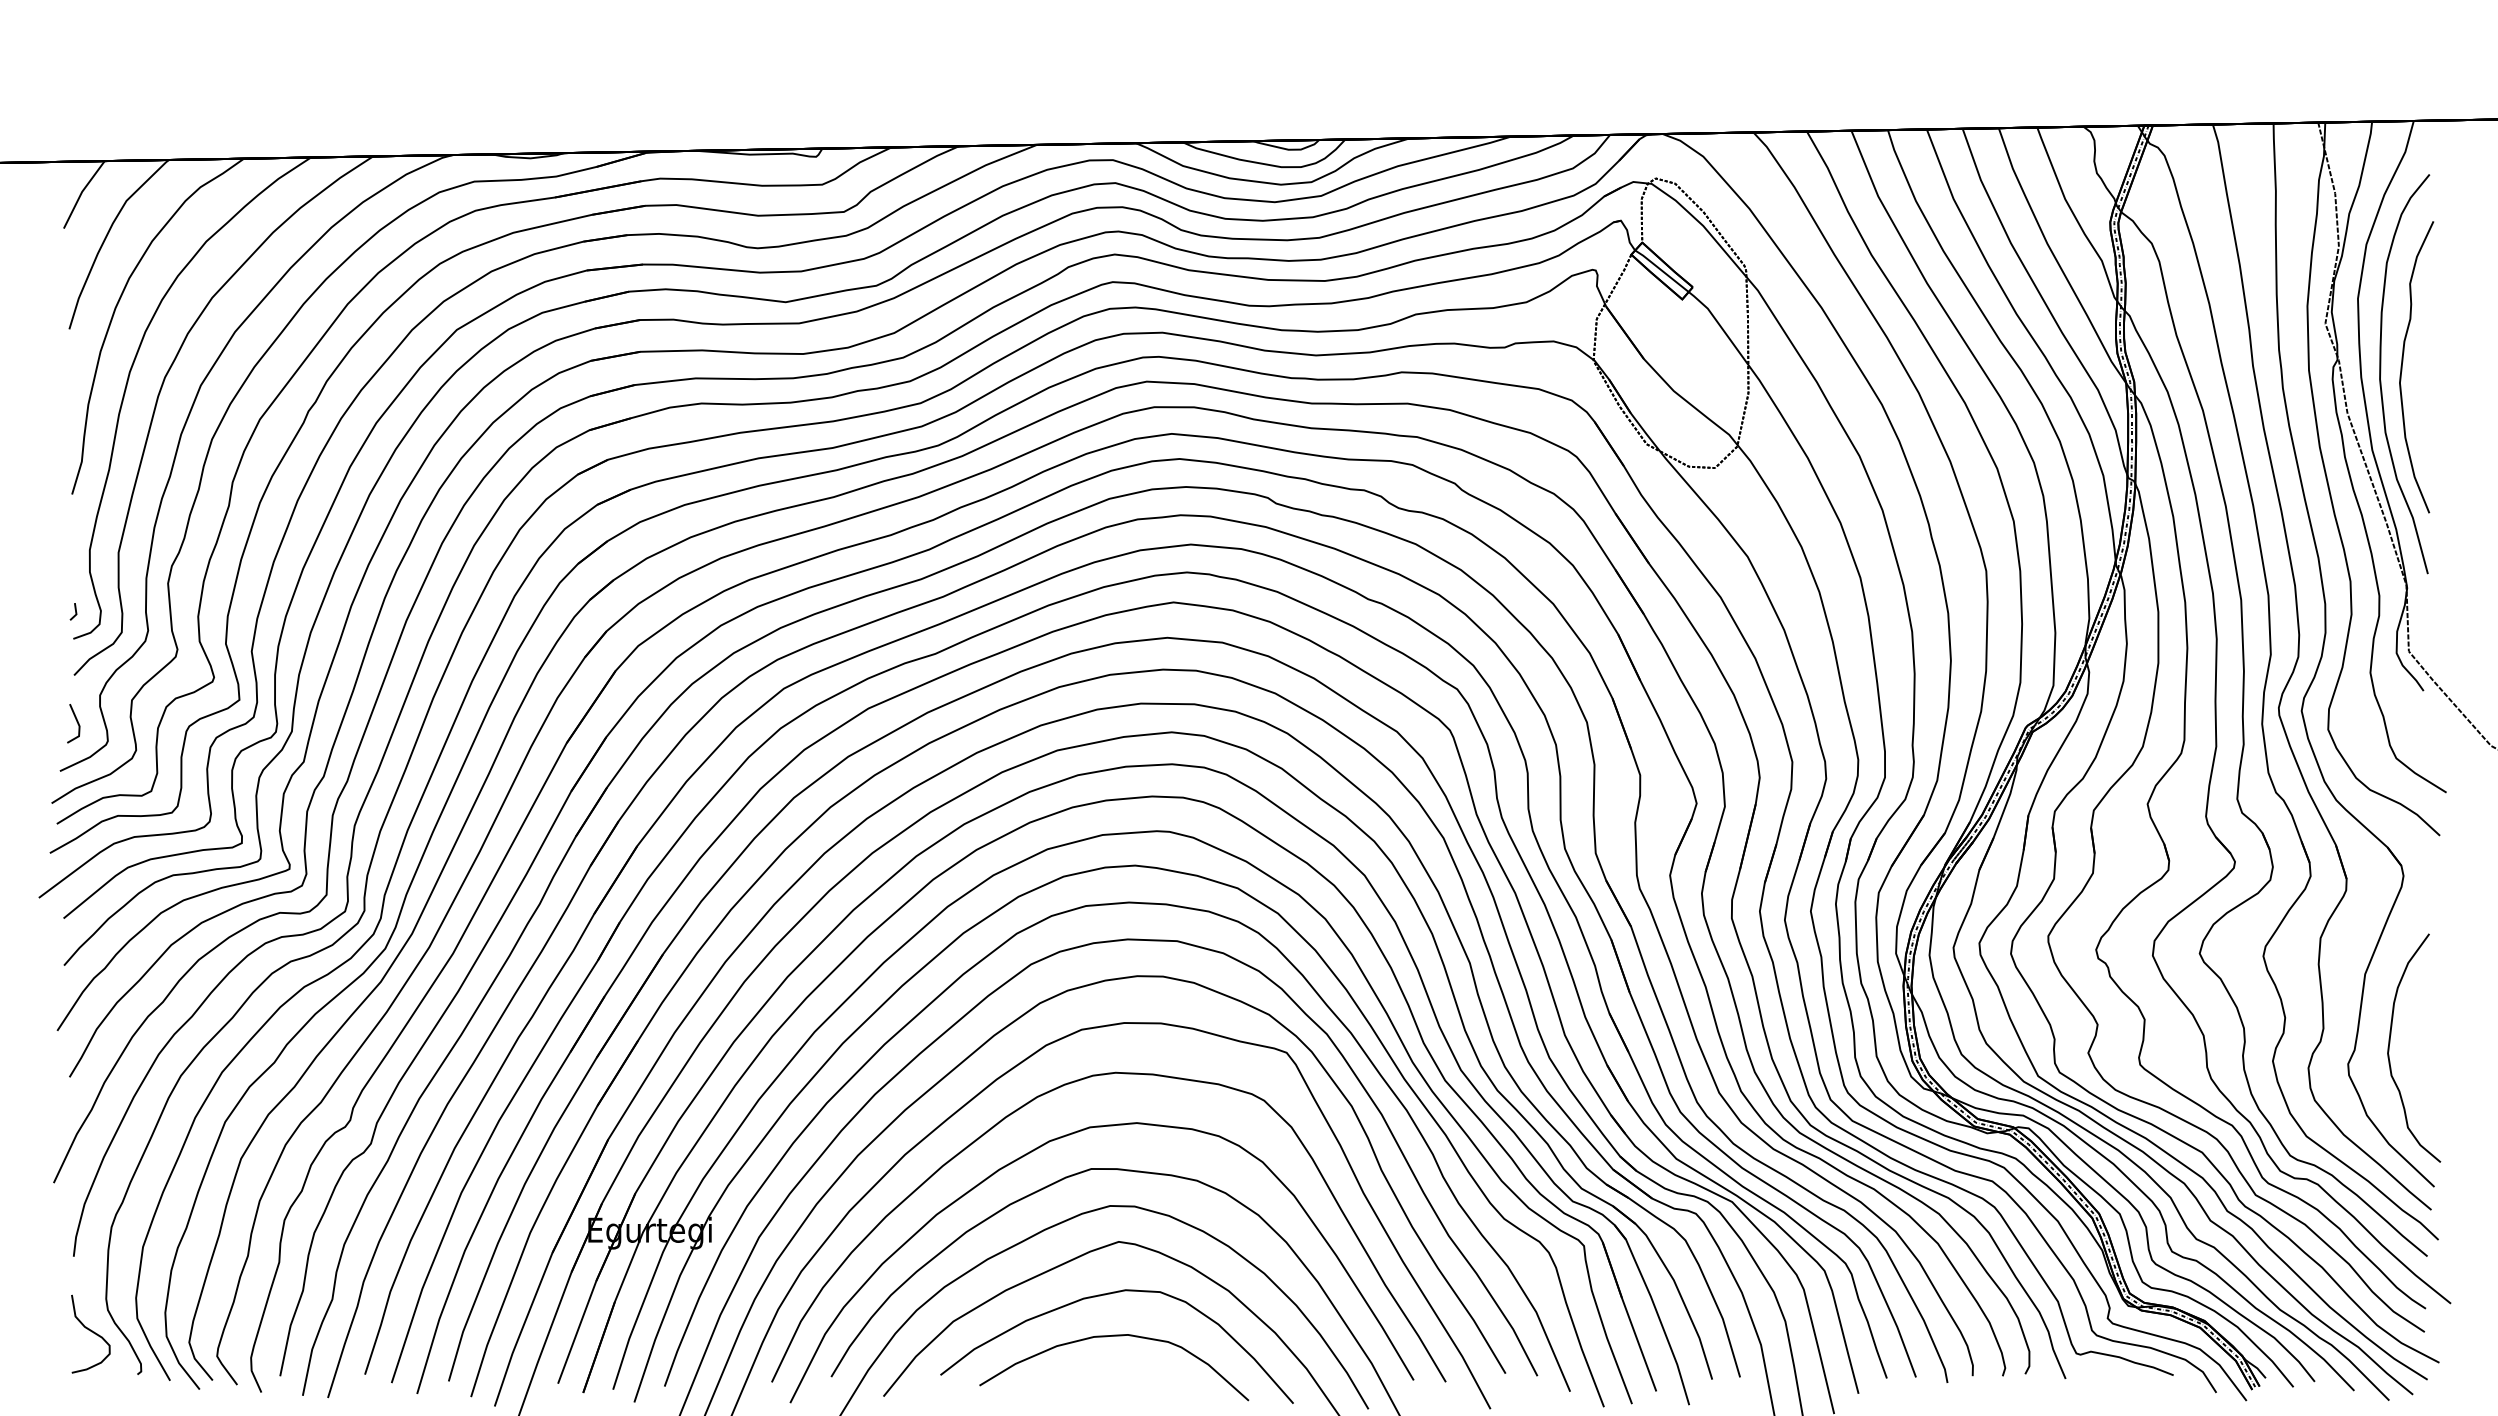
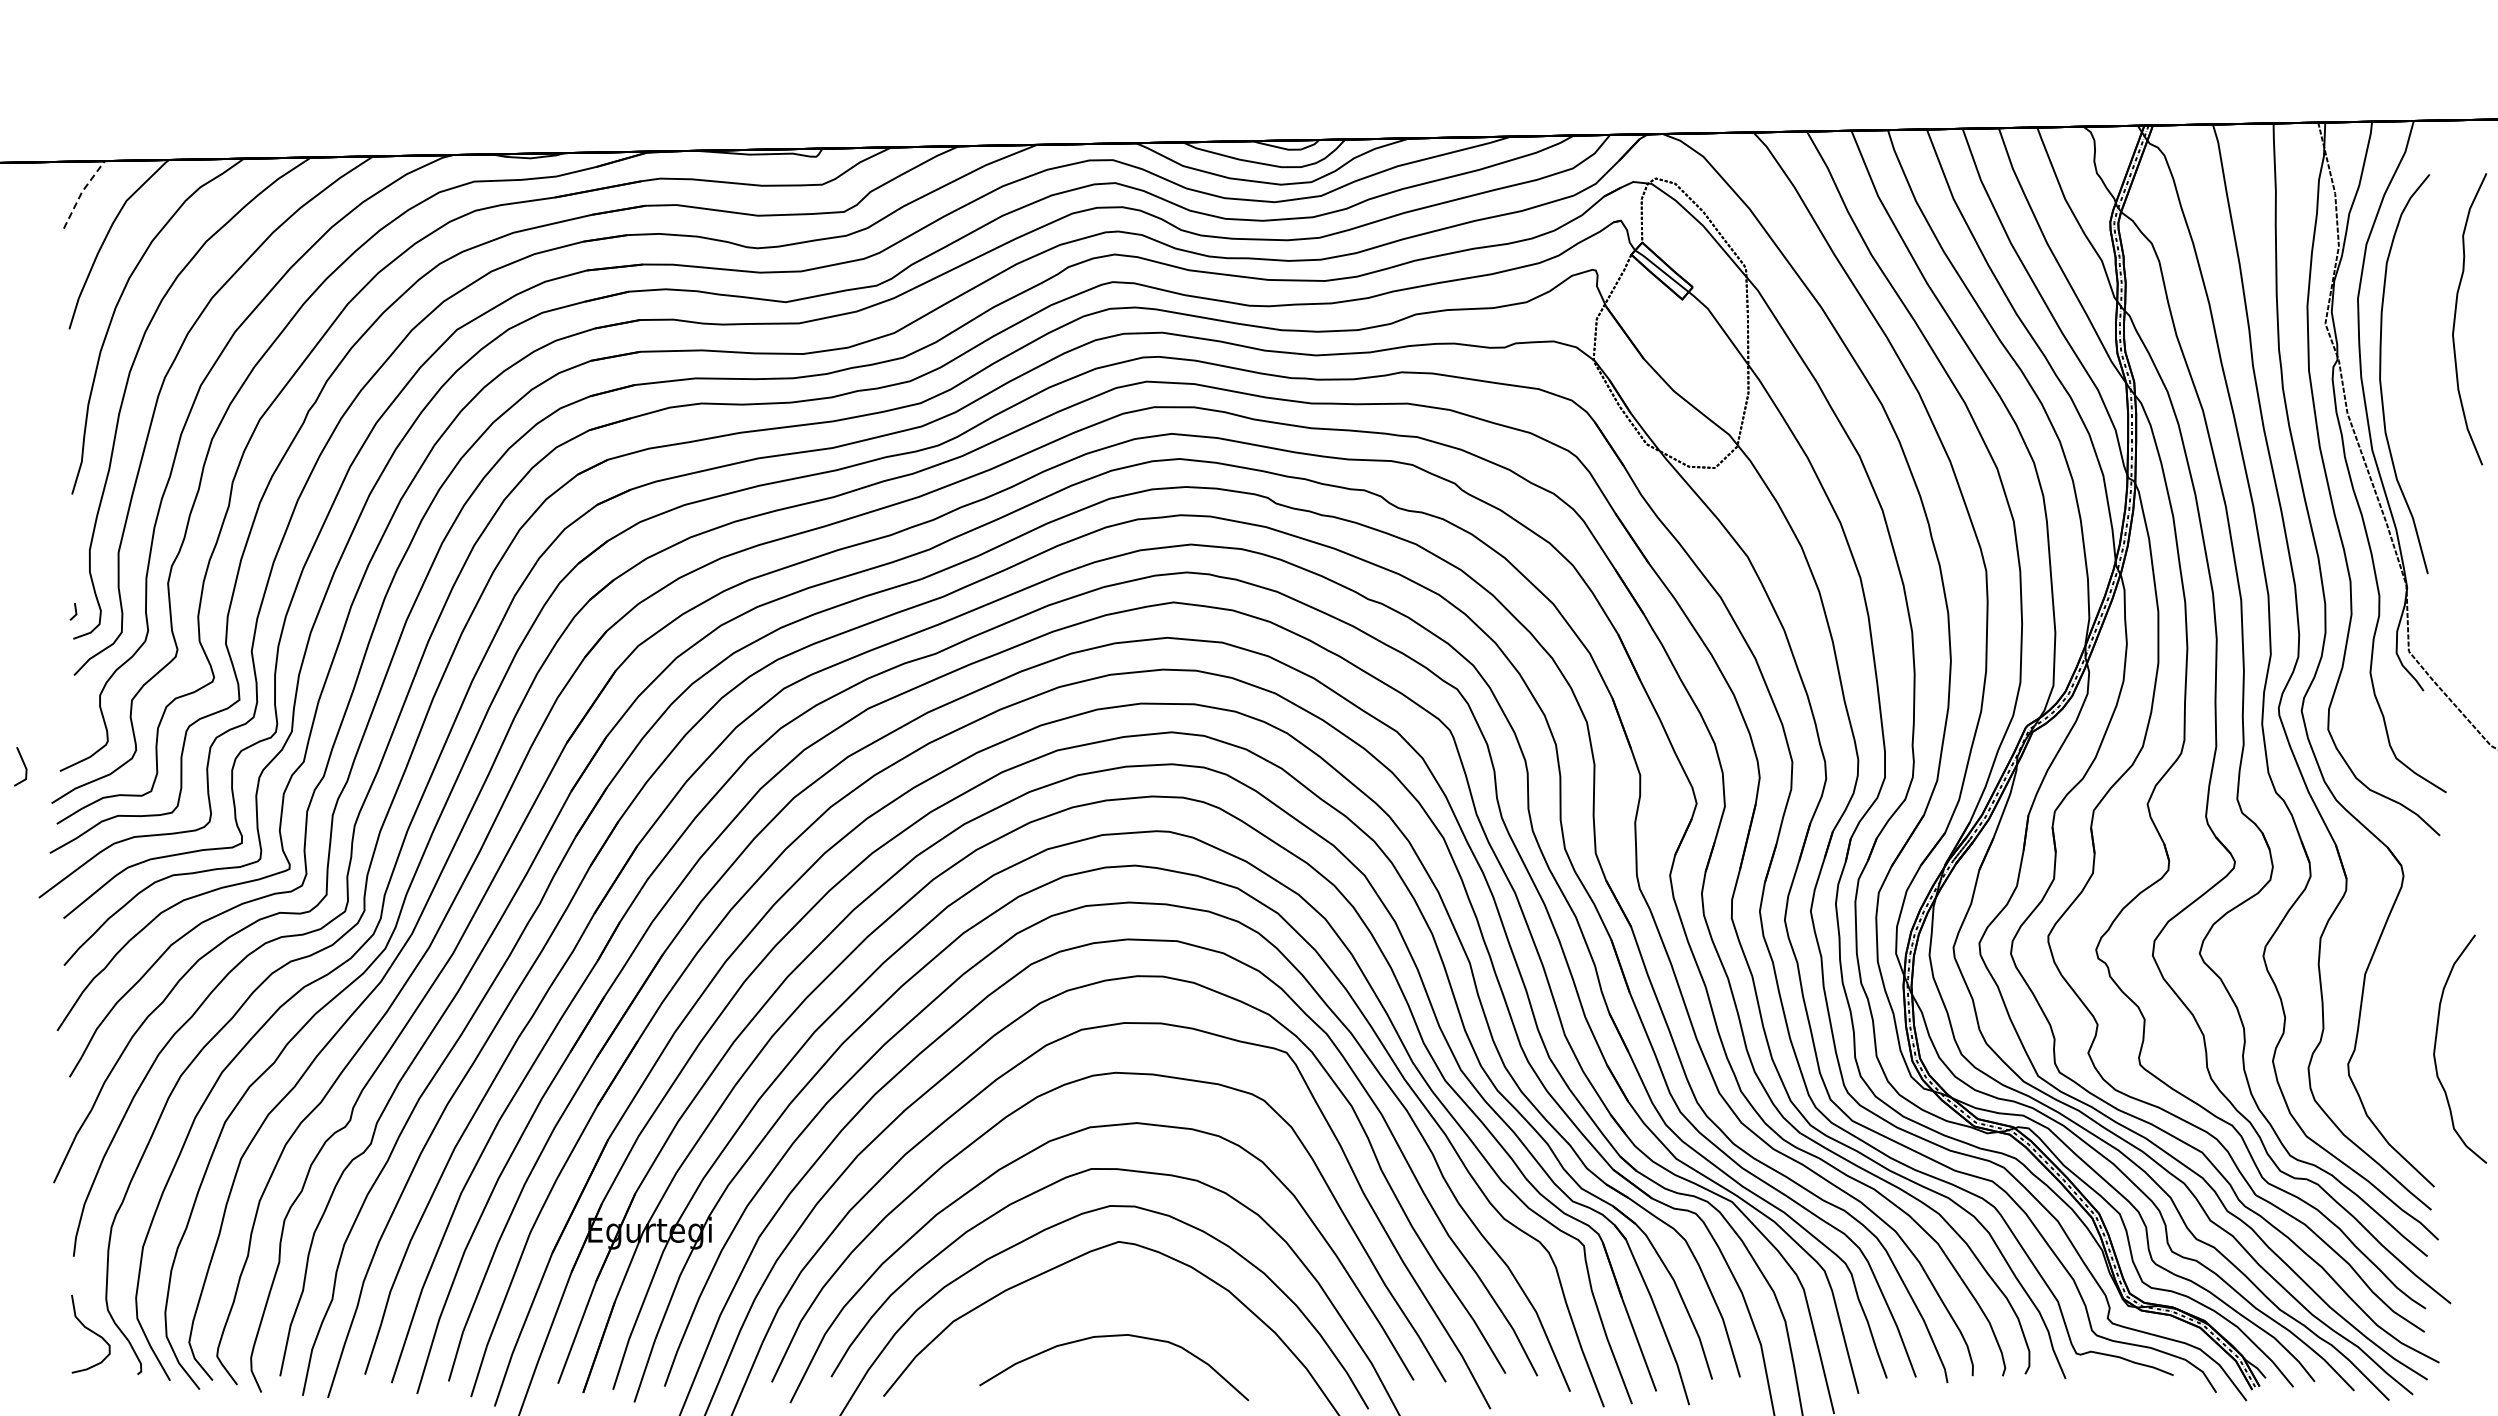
line at (81, 192): solid -> dashed
curve at (2403, 362) position: (2403, 362) -> (2456, 314)
line at (76, 722) position: (76, 722) -> (23, 765)
curve at (2390, 1043) position: (2390, 1043) -> (2436, 1044)
curve at (1105, 1295): present -> none
